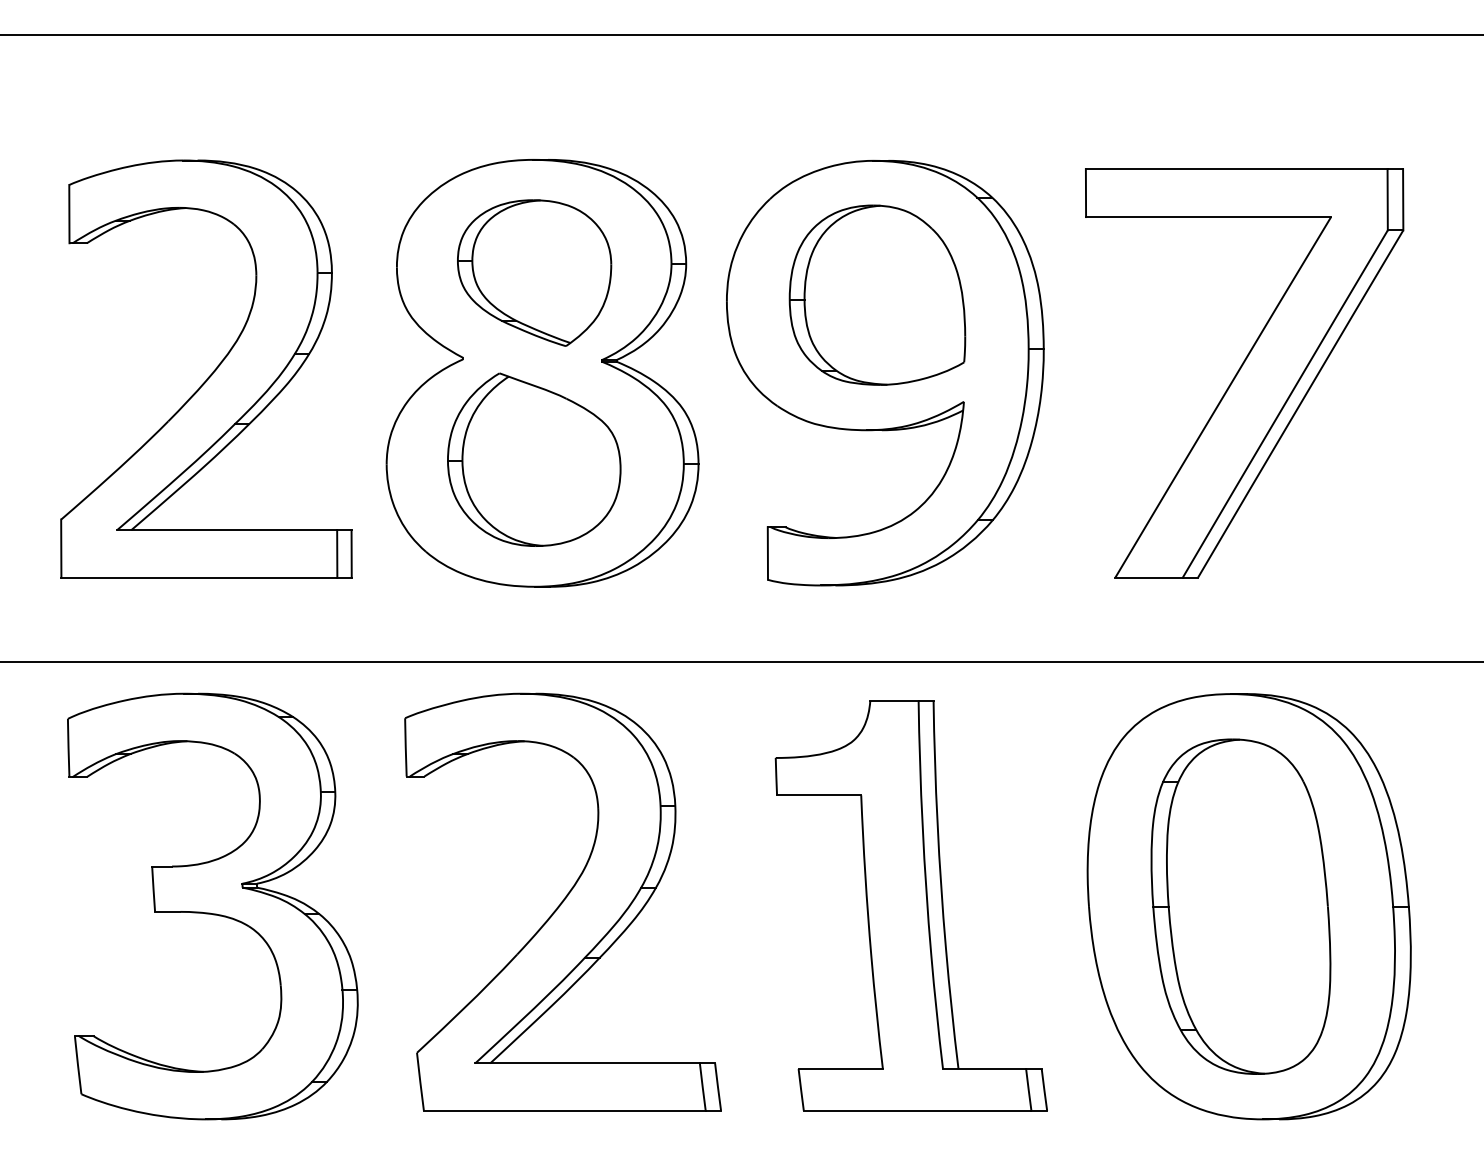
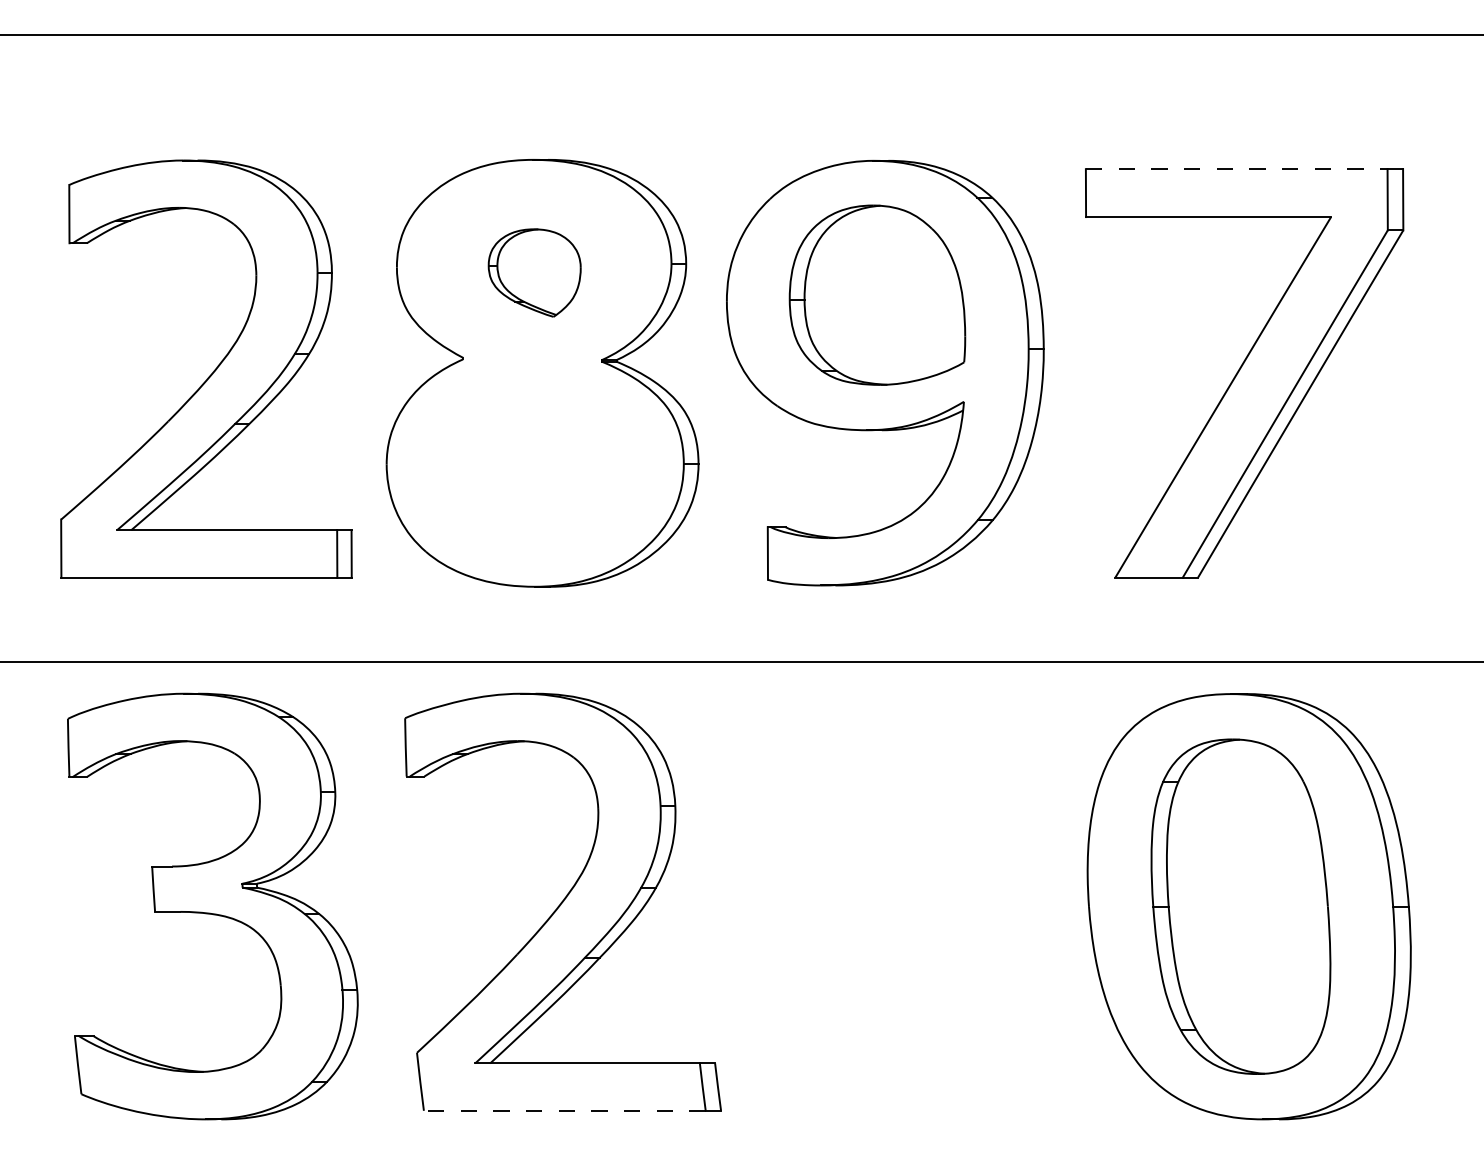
line at (1236, 169): solid -> dashed
part at (534, 272) size: 156x148 px -> 95x90 px
part at (534, 459): present -> none
part at (910, 905): present -> none
line at (564, 1110): solid -> dashed
